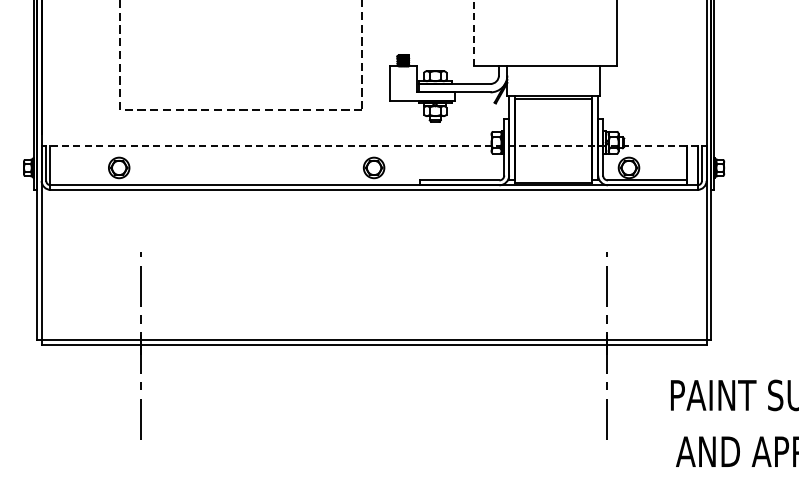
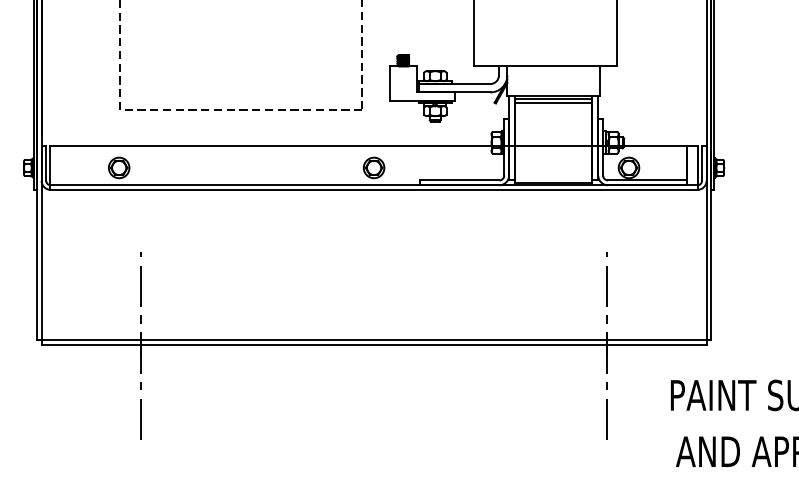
line at (473, 32): dashed -> solid
line at (553, 102): none -> present
line at (374, 145): dashed -> solid
